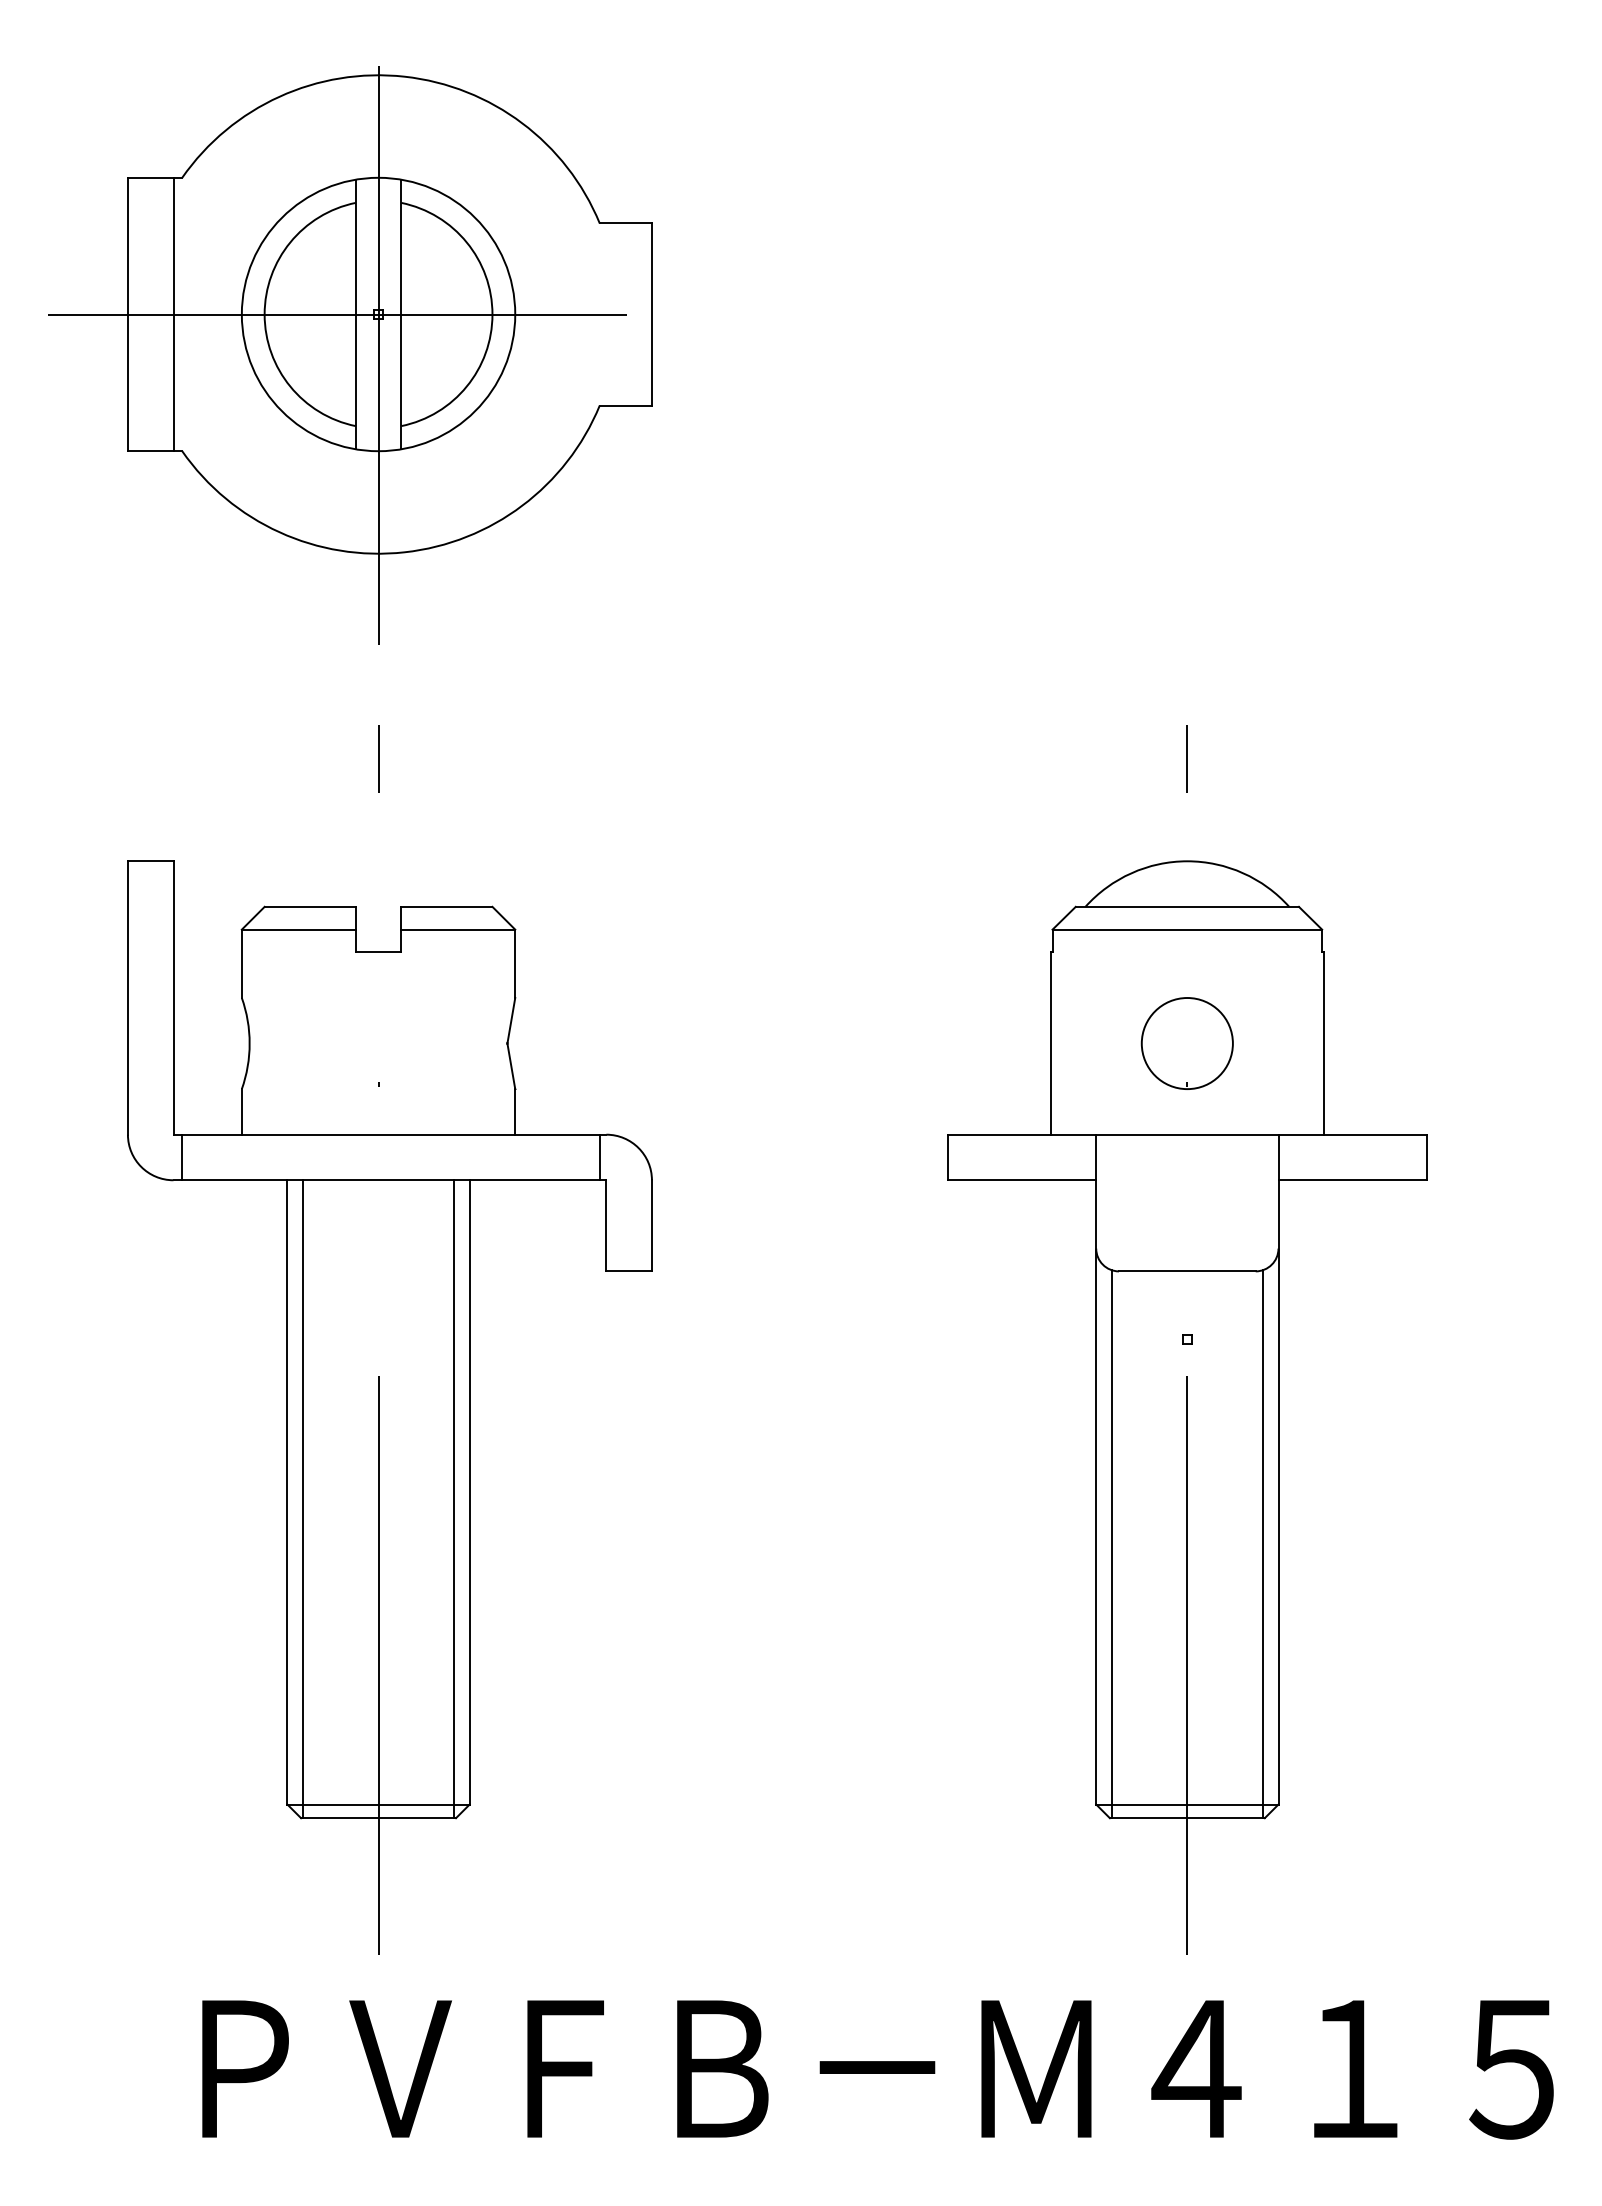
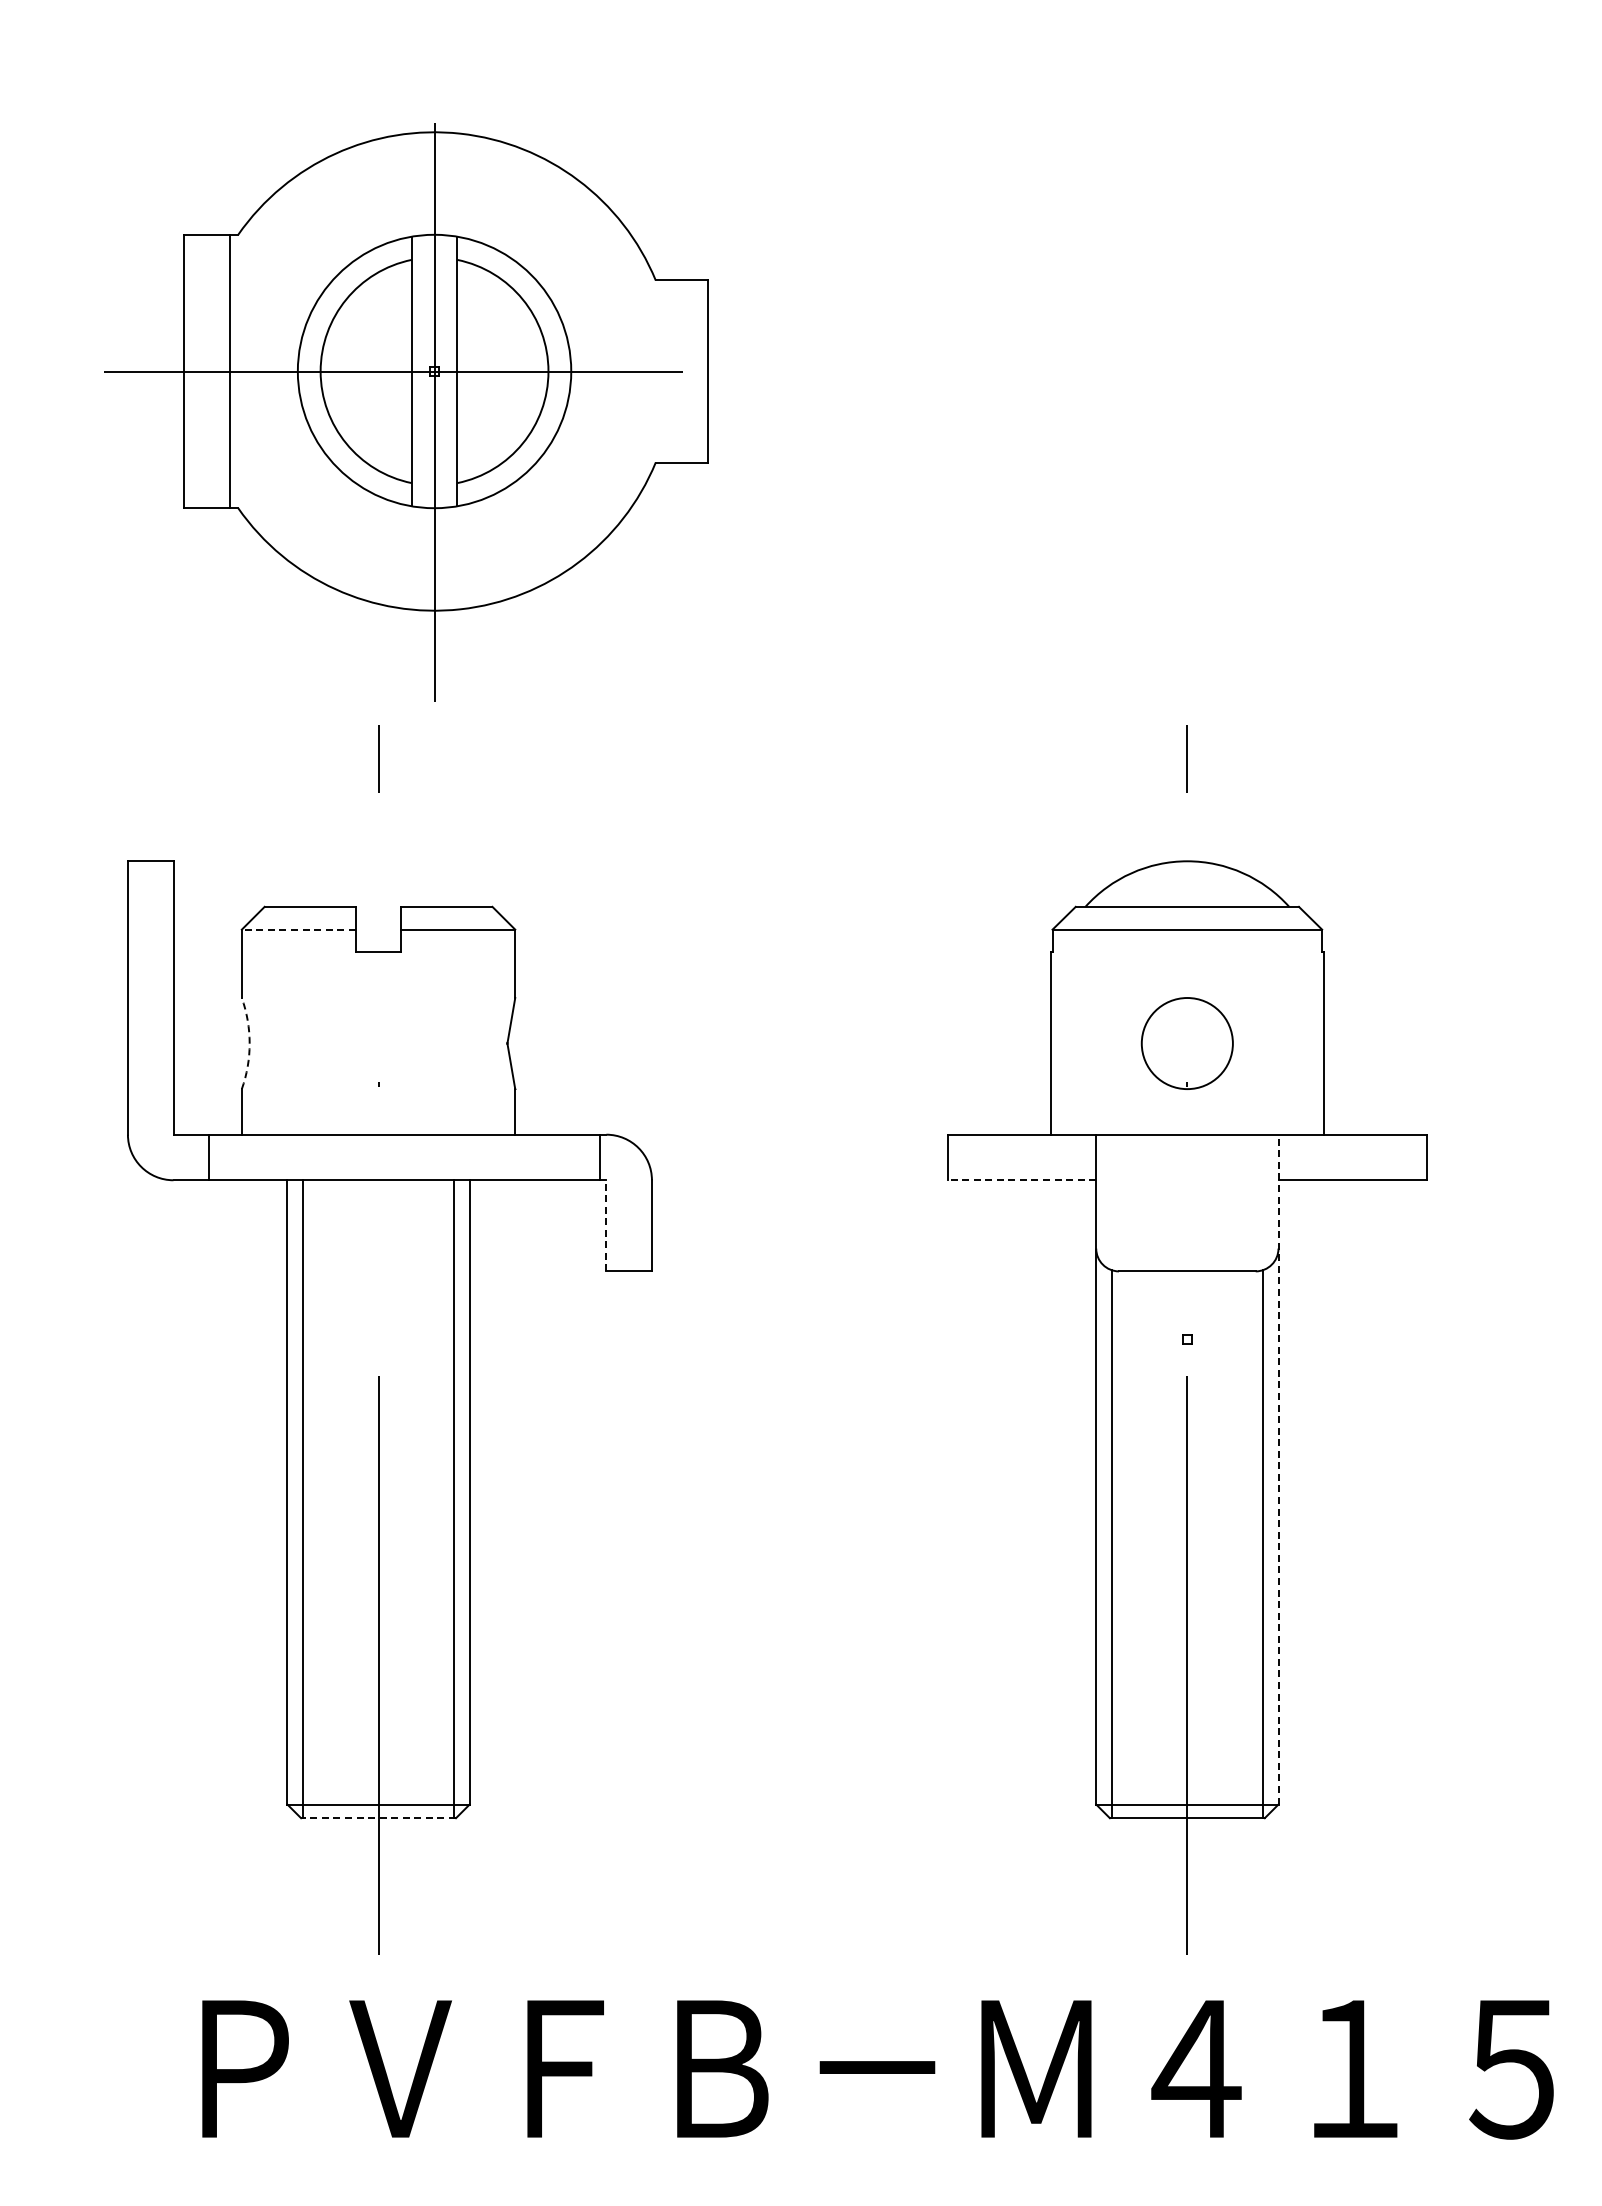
part at (350, 355) position: (350, 355) -> (406, 412)
line at (298, 929): solid -> dashed
arc at (249, 1043): solid -> dashed
line at (182, 1157) position: (182, 1157) -> (209, 1157)
line at (1021, 1180): solid -> dashed
line at (606, 1225): solid -> dashed
line at (1278, 1469): solid -> dashed
line at (378, 1818): solid -> dashed
